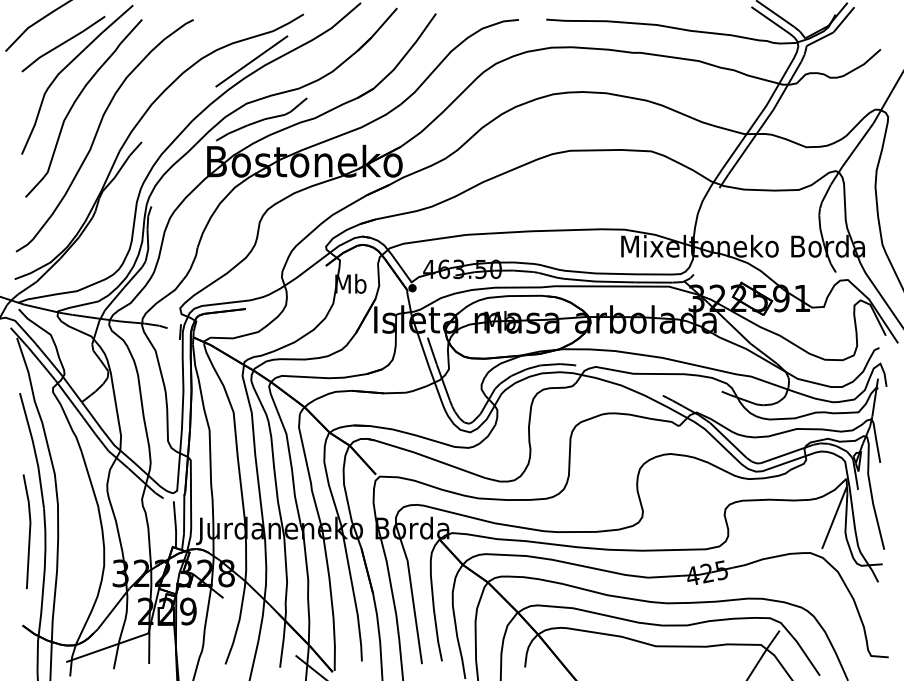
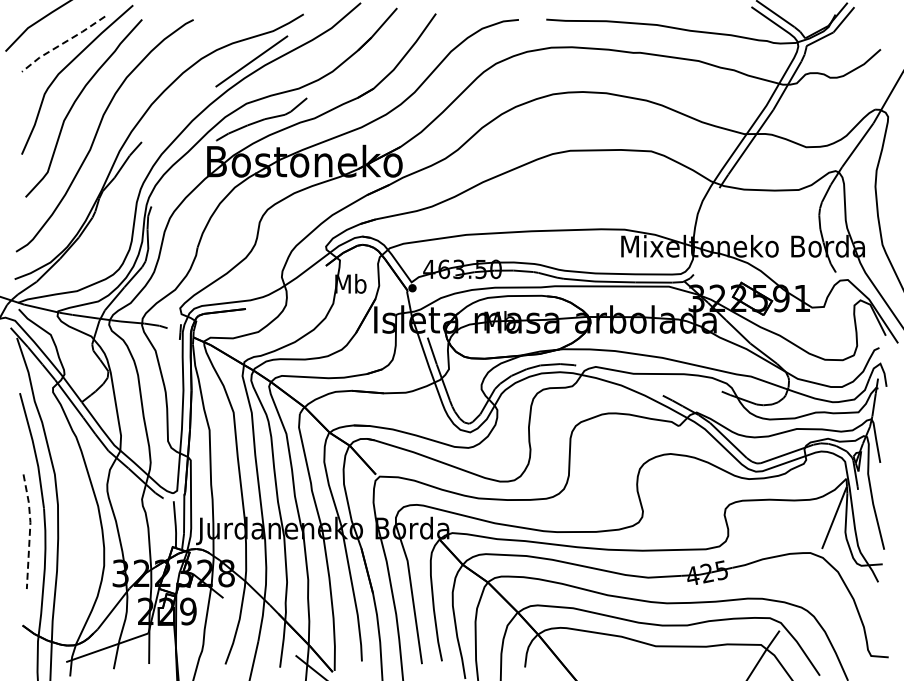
line at (62, 43): solid -> dashed
line at (30, 530): solid -> dashed
